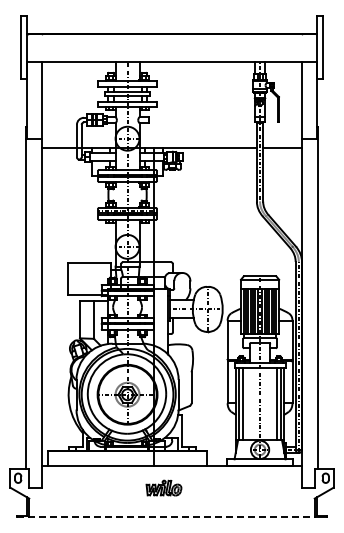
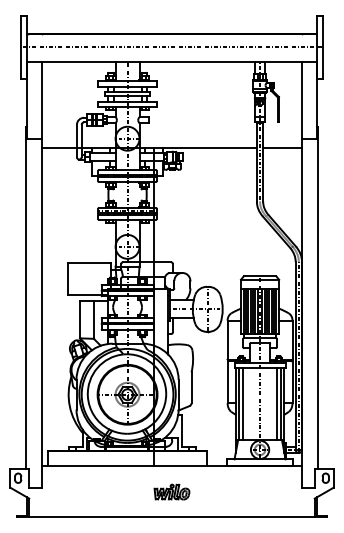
line at (171, 47): none -> present
part at (163, 487) position: (163, 487) -> (171, 491)
line at (166, 517): dashed -> solid
